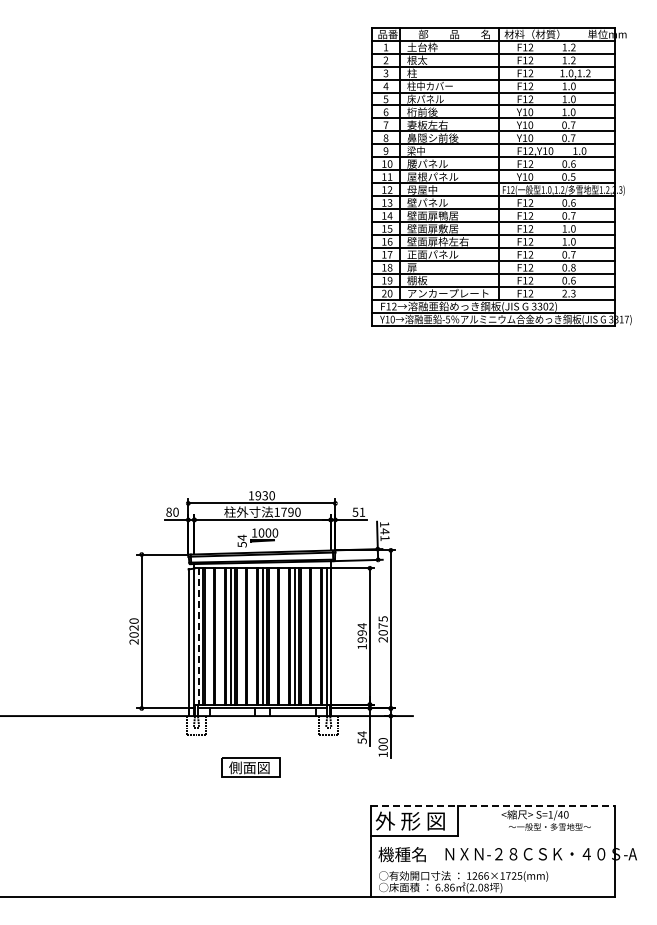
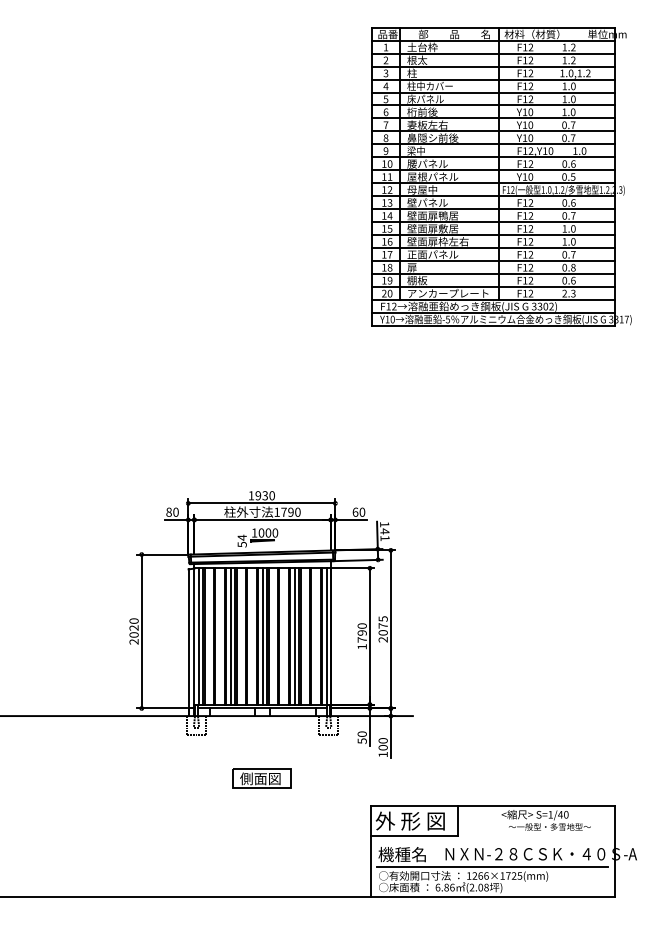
text at (358, 511): 51 -> 60
text at (361, 632): 1994 -> 1790
line at (198, 636): dashed -> solid
text at (361, 734): 54 -> 50
part at (250, 767) position: (250, 767) -> (261, 778)
line at (492, 805): dashed -> solid
line at (492, 866): none -> present
